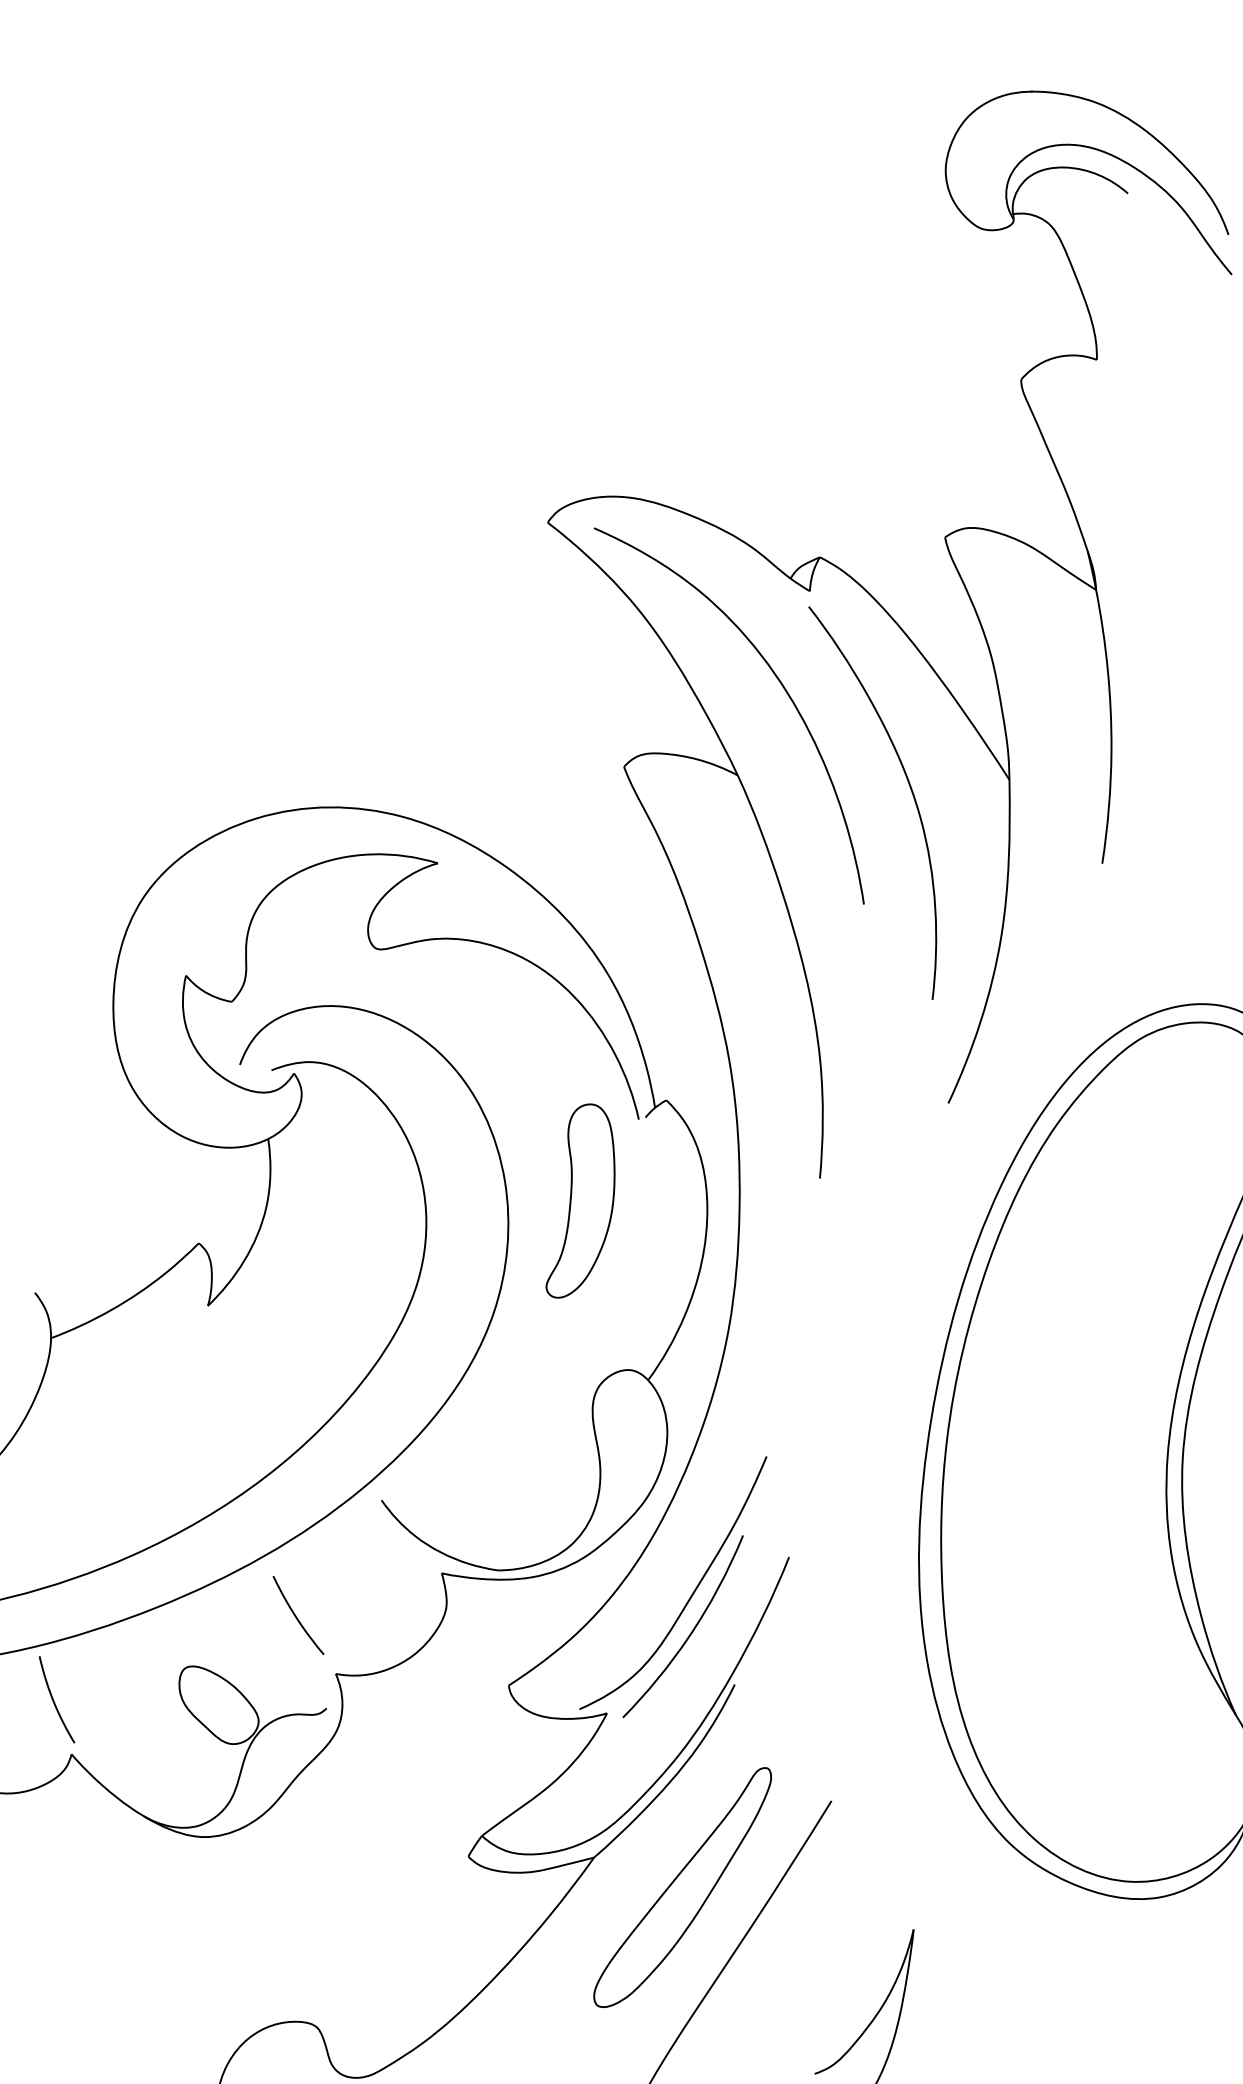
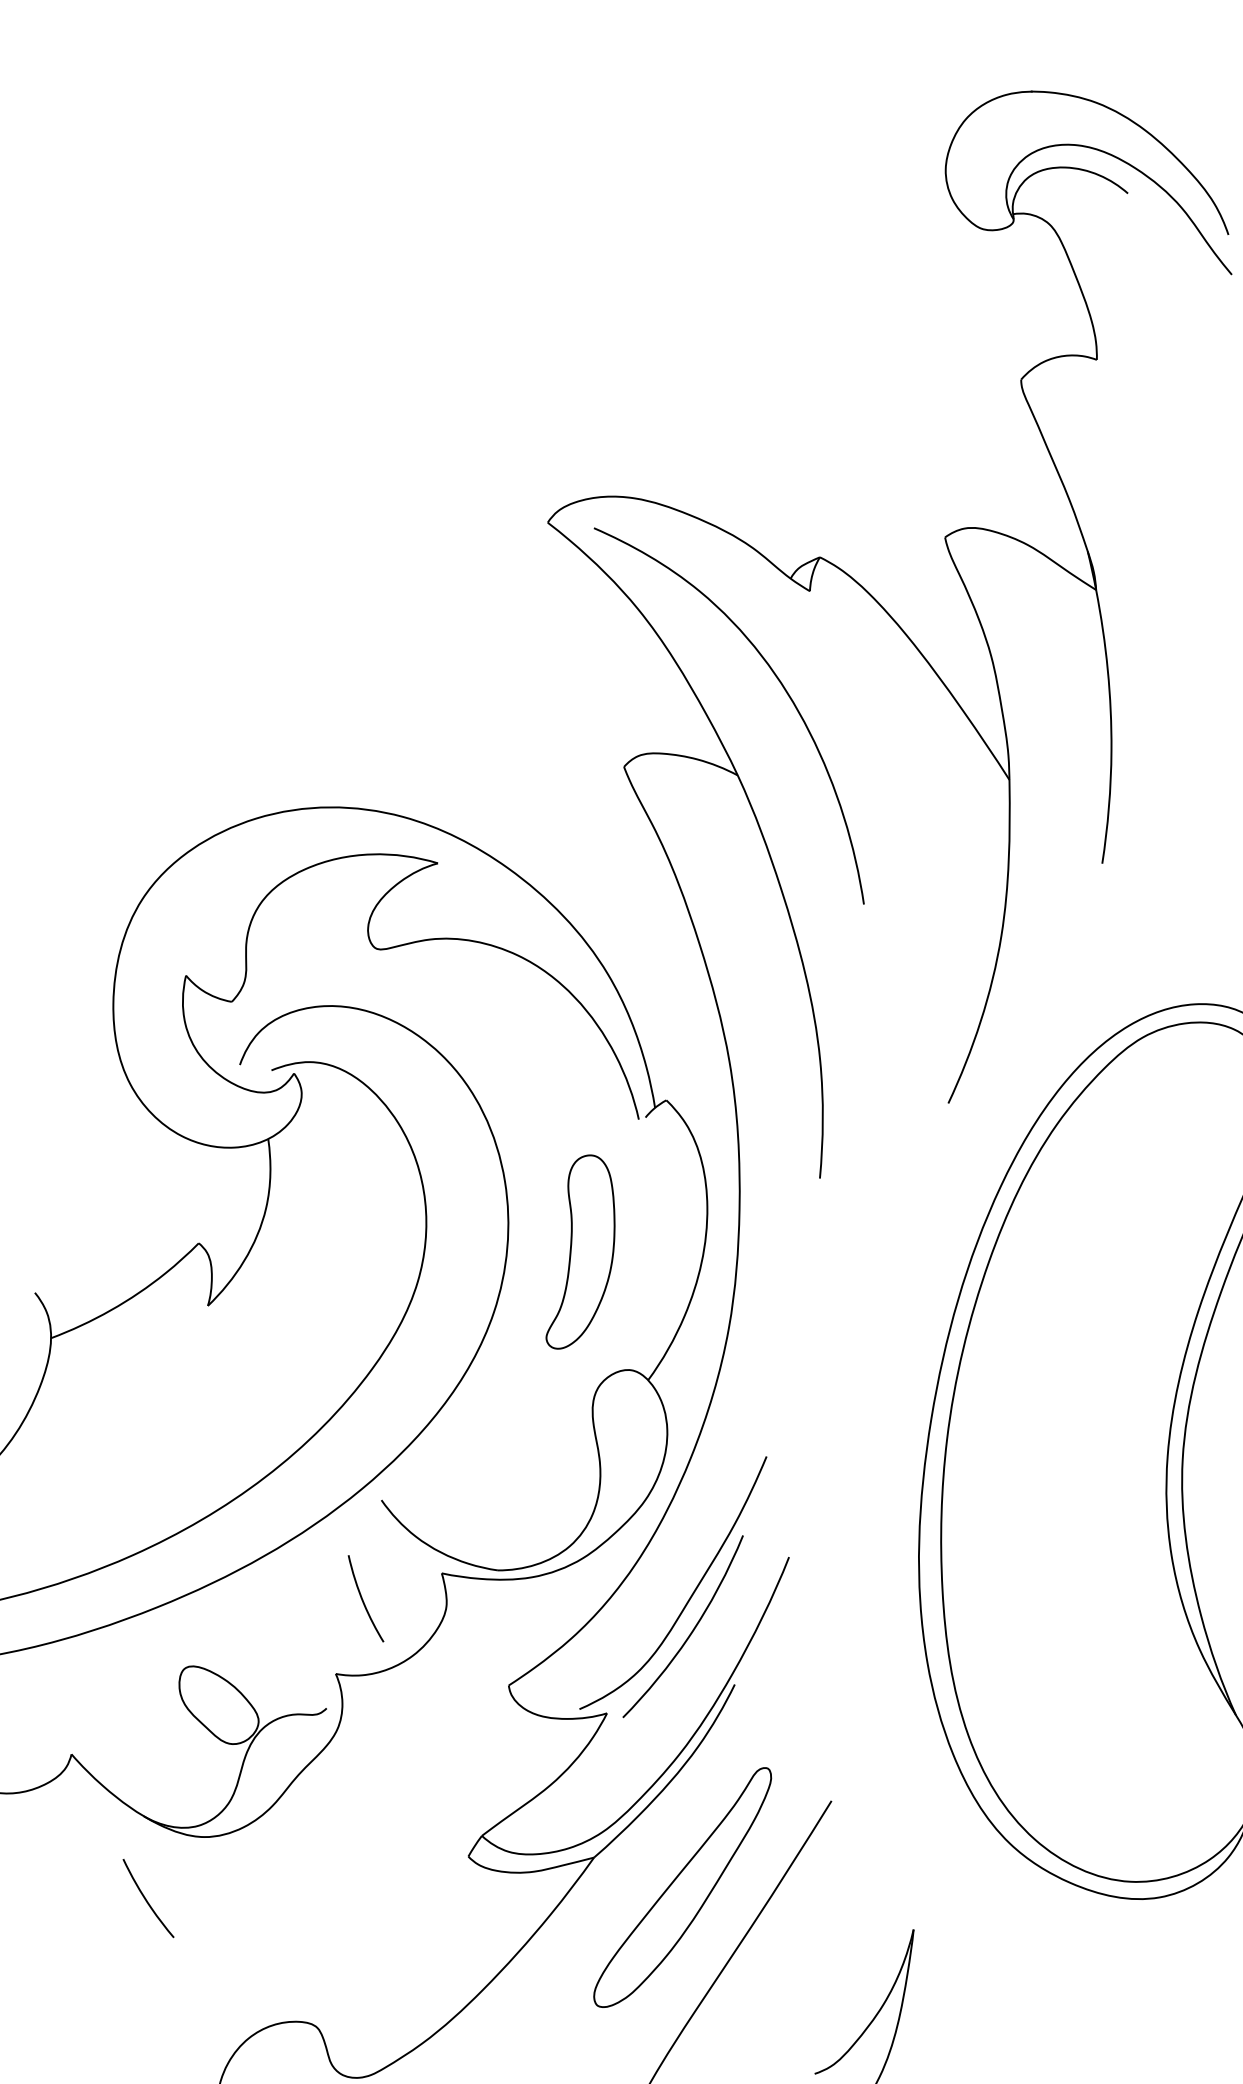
curve at (910, 790): present -> none
part at (580, 1200) position: (580, 1200) -> (580, 1251)
curve at (296, 1615) position: (296, 1615) -> (146, 1898)
curve at (54, 1700) position: (54, 1700) -> (363, 1599)
